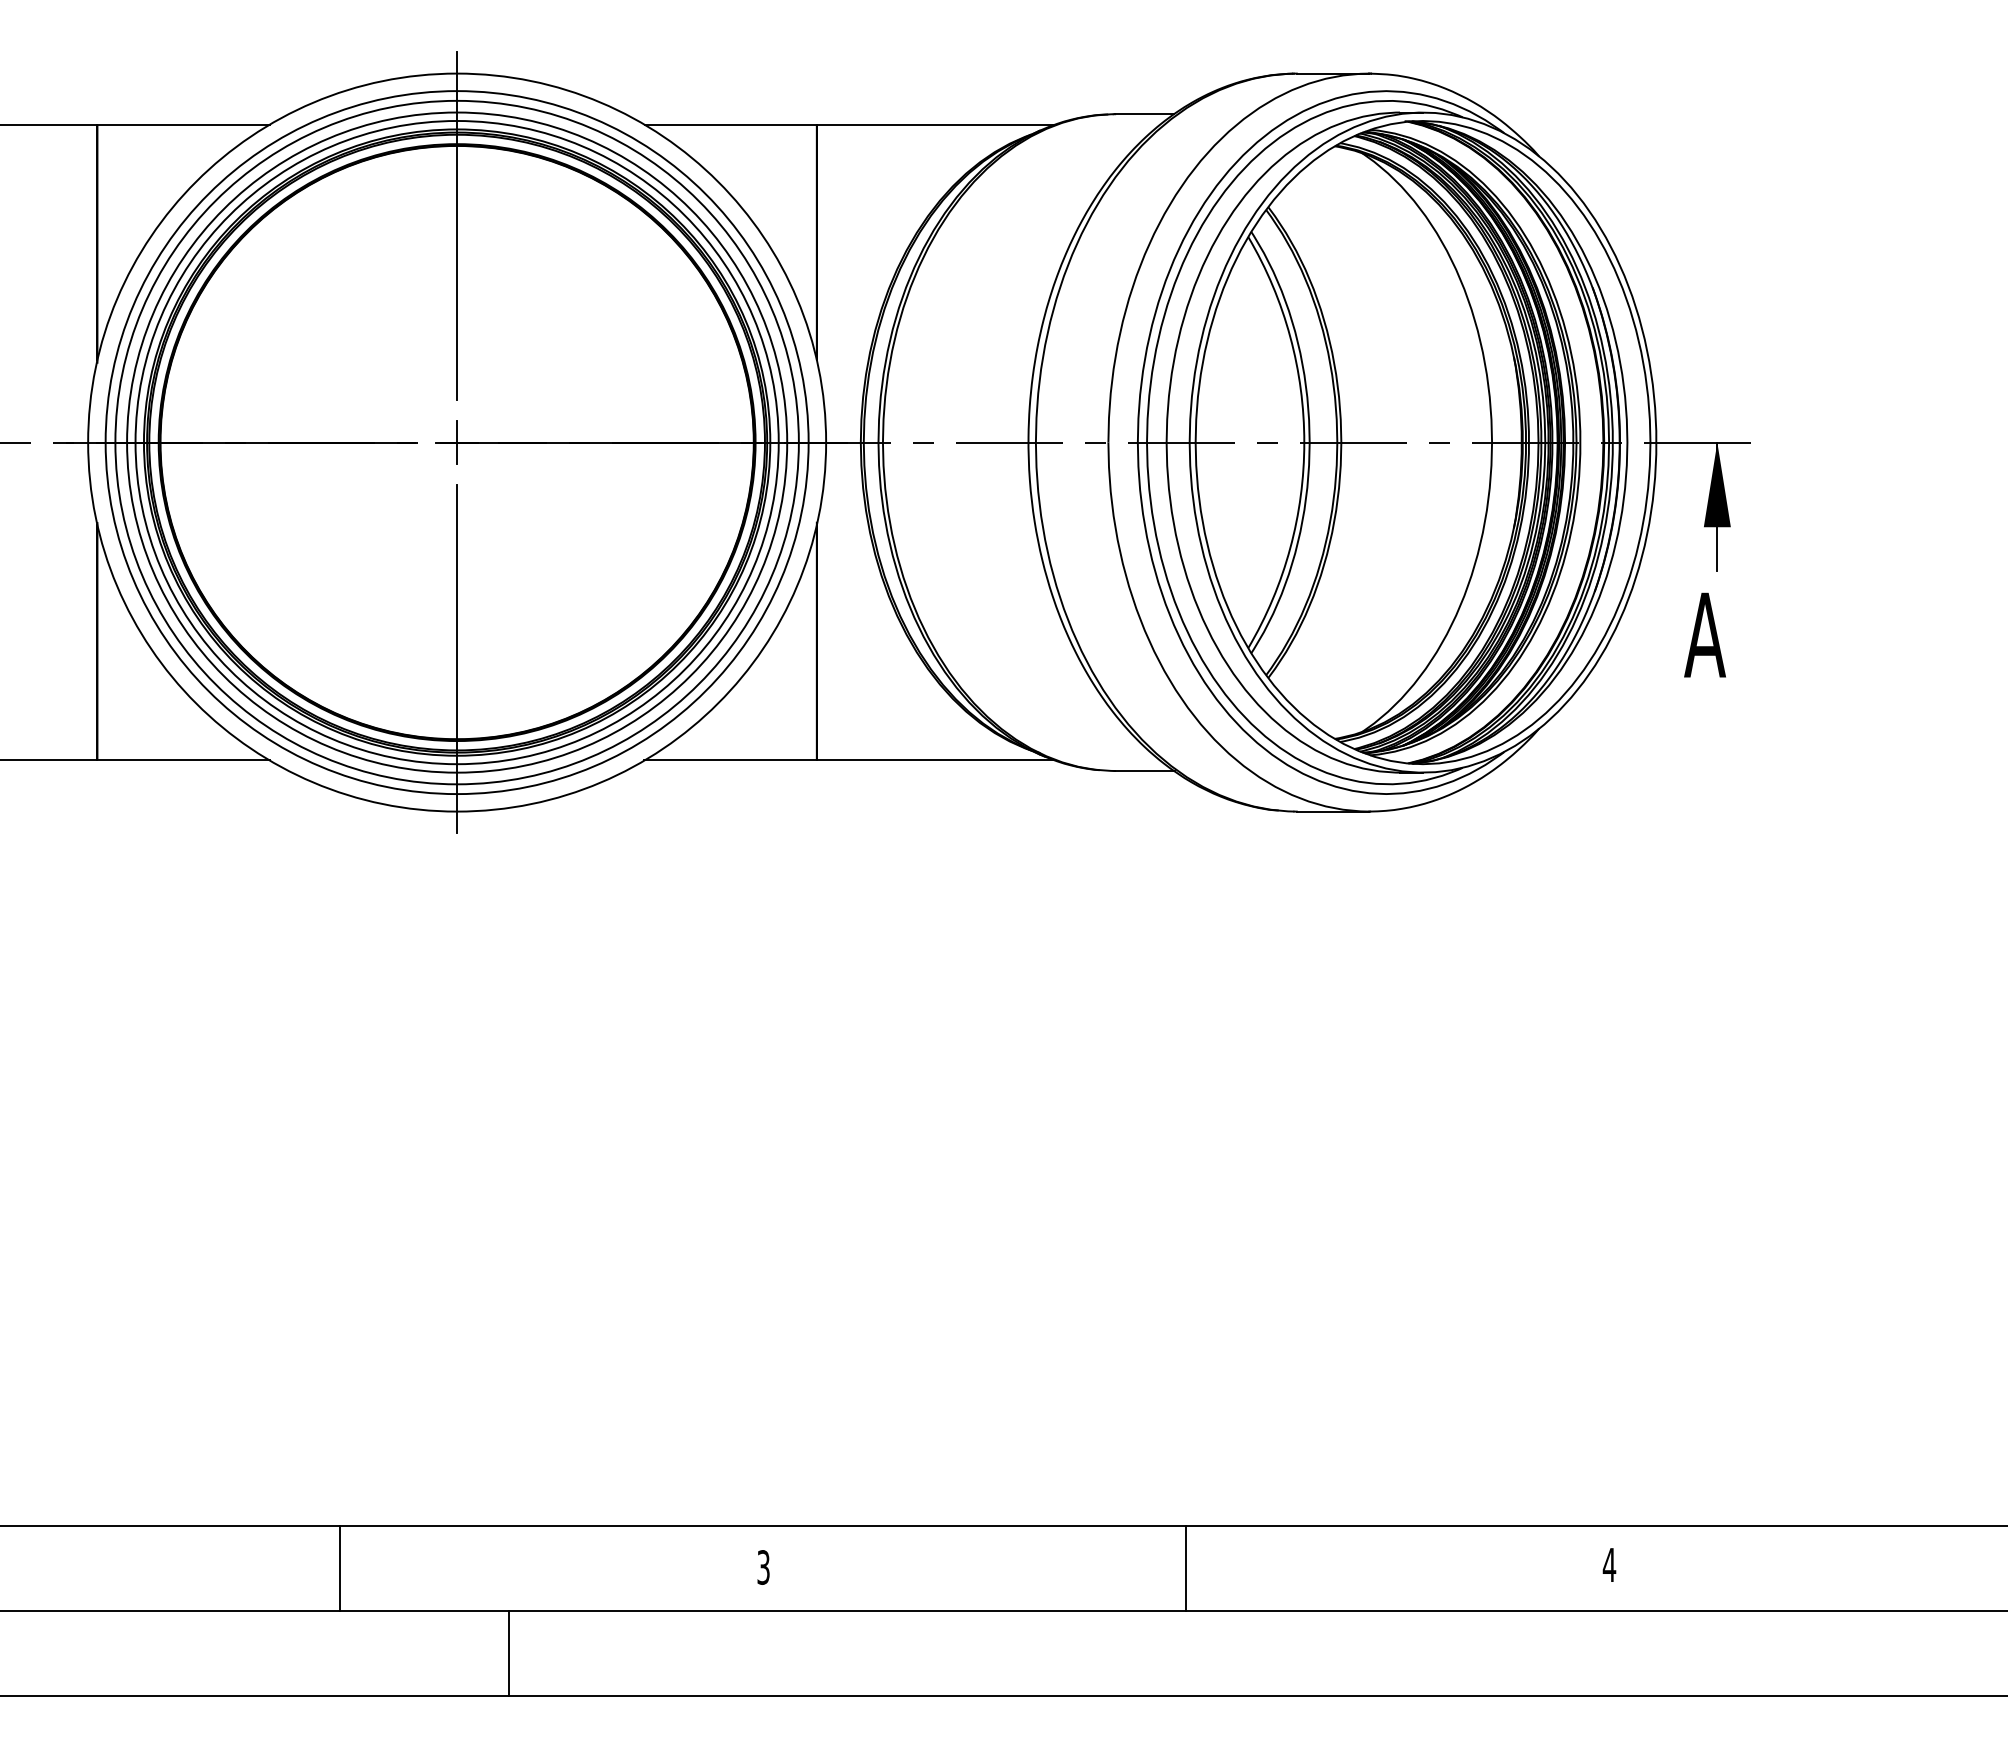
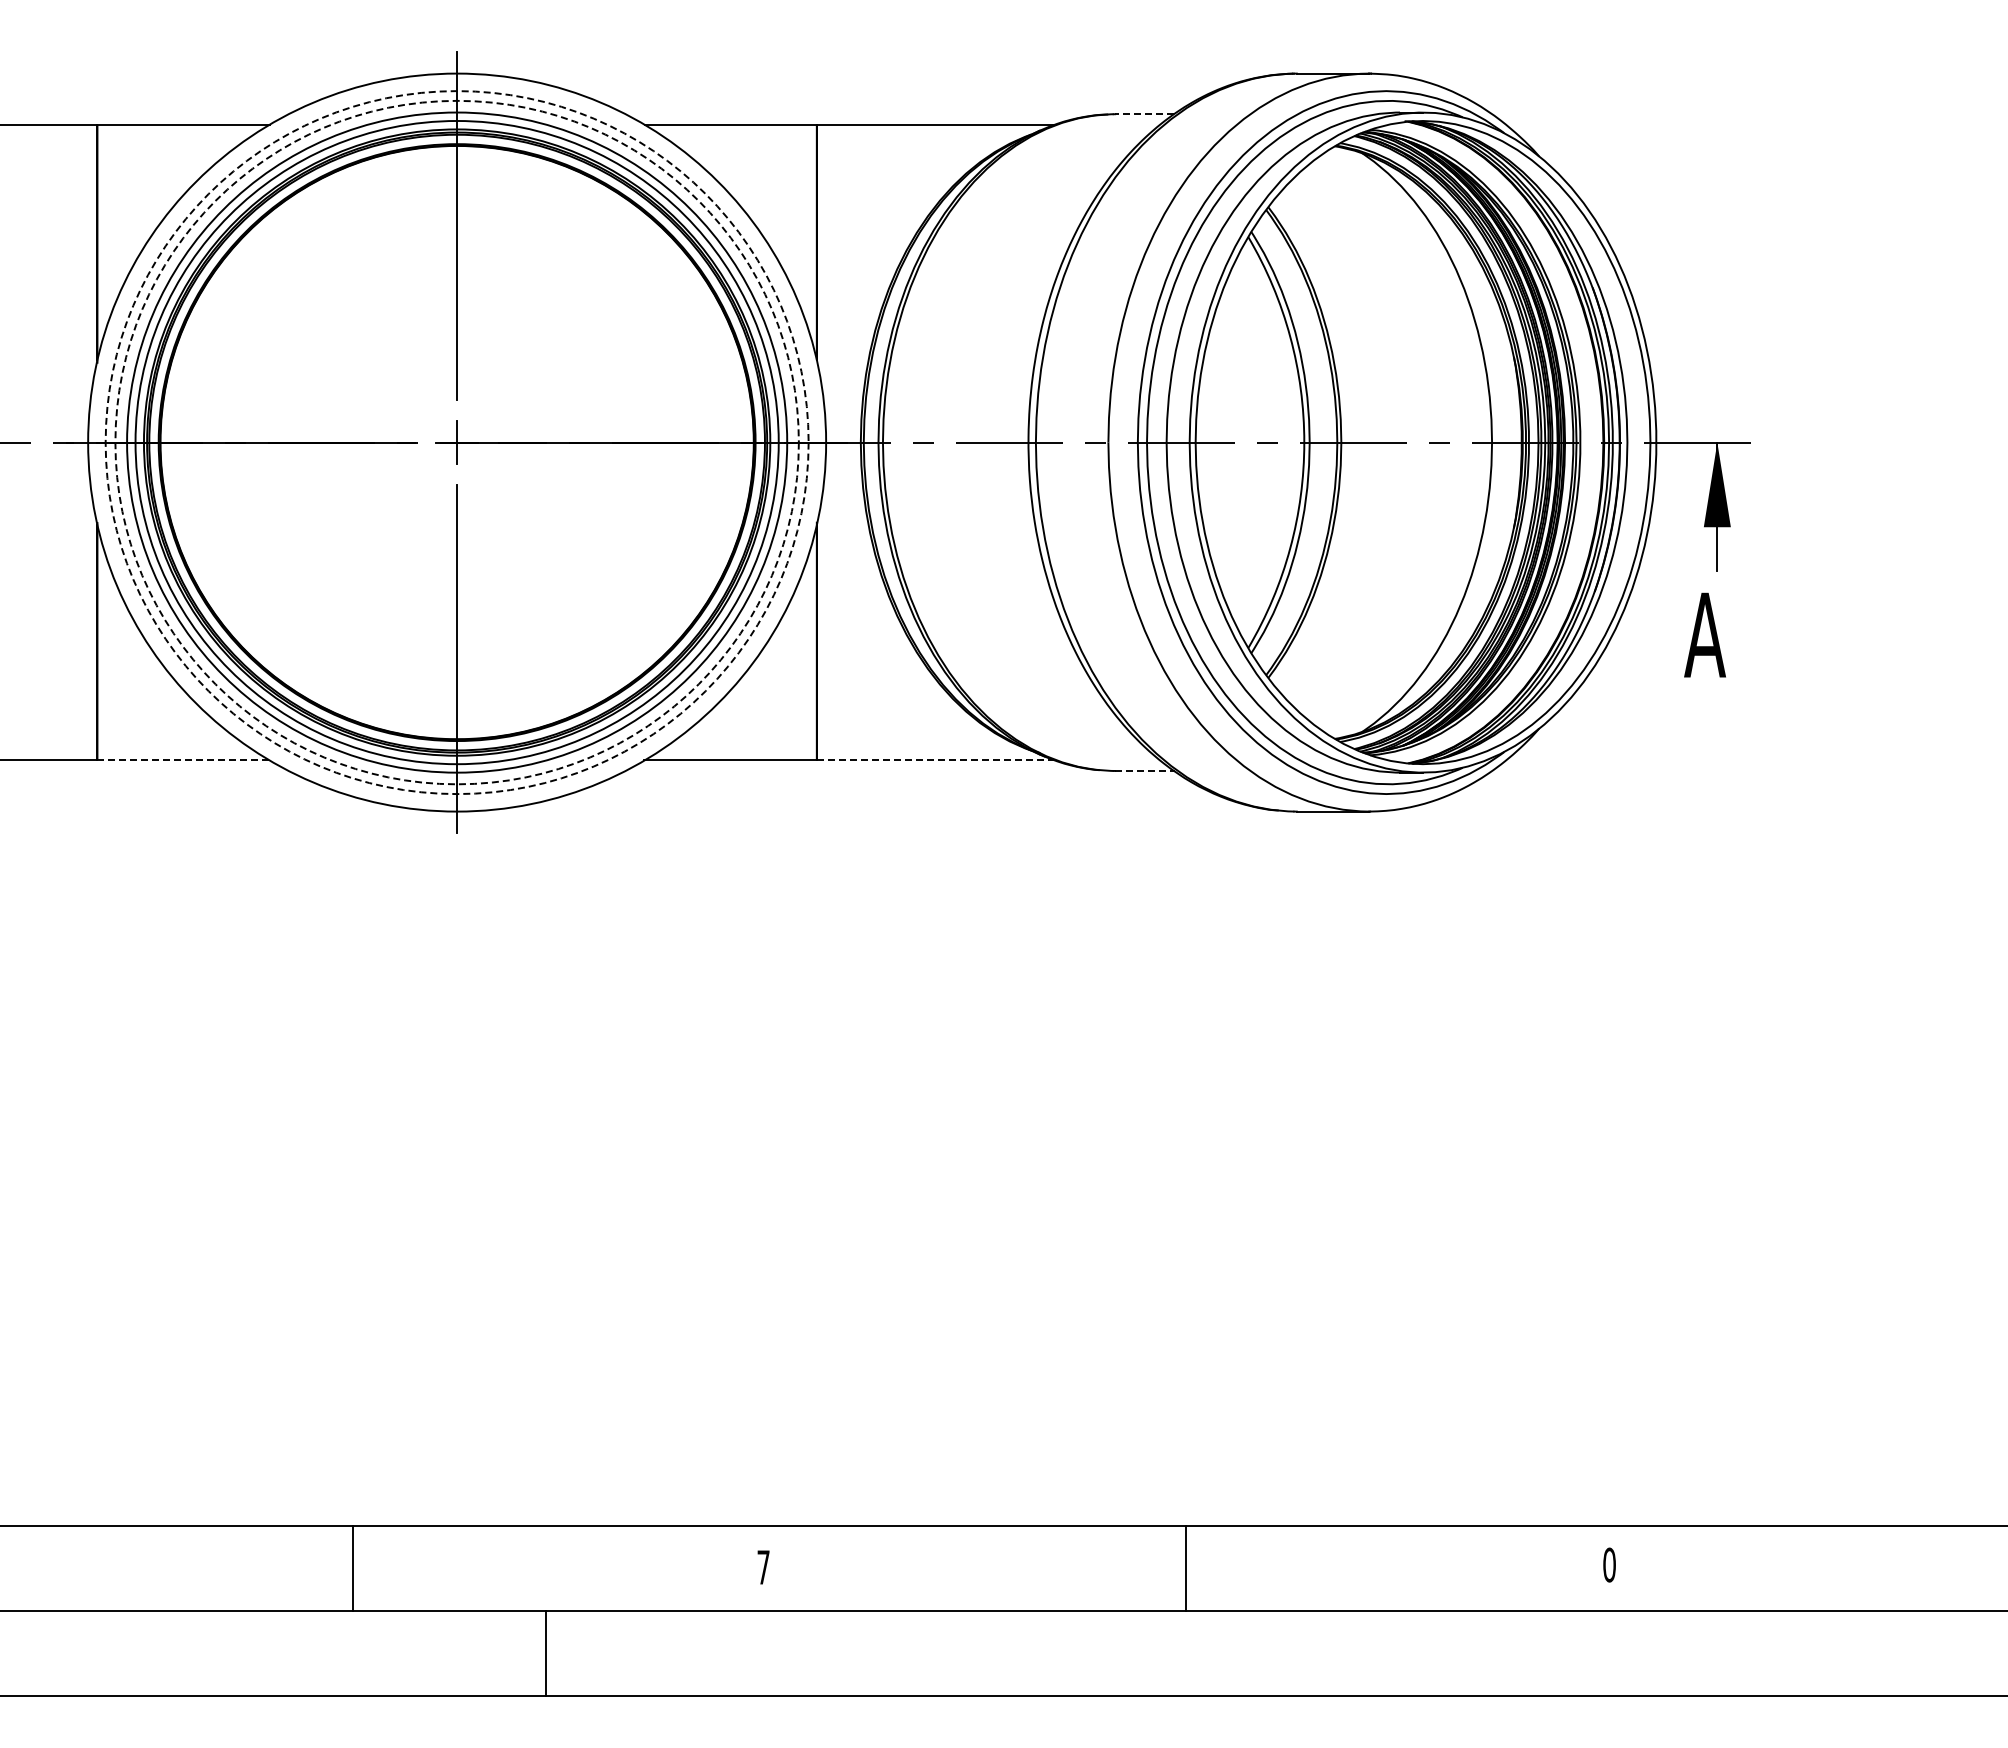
line at (1144, 114): solid -> dashed
circle at (456, 442): solid -> dashed
circle at (456, 442): solid -> dashed
line at (183, 759): solid -> dashed
line at (935, 759): solid -> dashed
line at (1145, 770): solid -> dashed
text at (1609, 1564): 4 -> 0
text at (763, 1567): 3 -> 7
line at (339, 1568) position: (339, 1568) -> (352, 1568)
line at (509, 1652) position: (509, 1652) -> (546, 1652)
